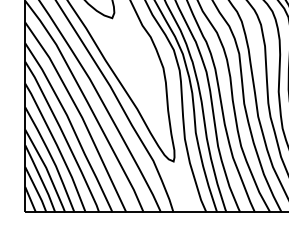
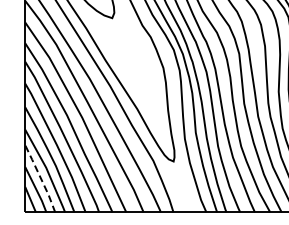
line at (40, 178): solid -> dashed
